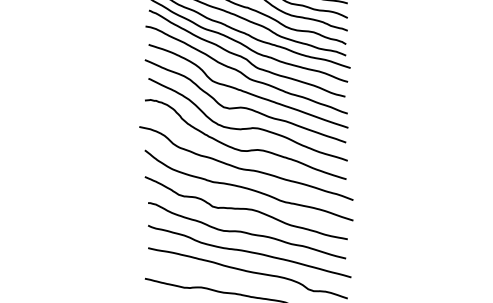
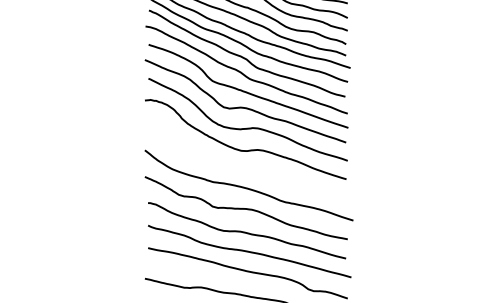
curve at (245, 168): present -> none
